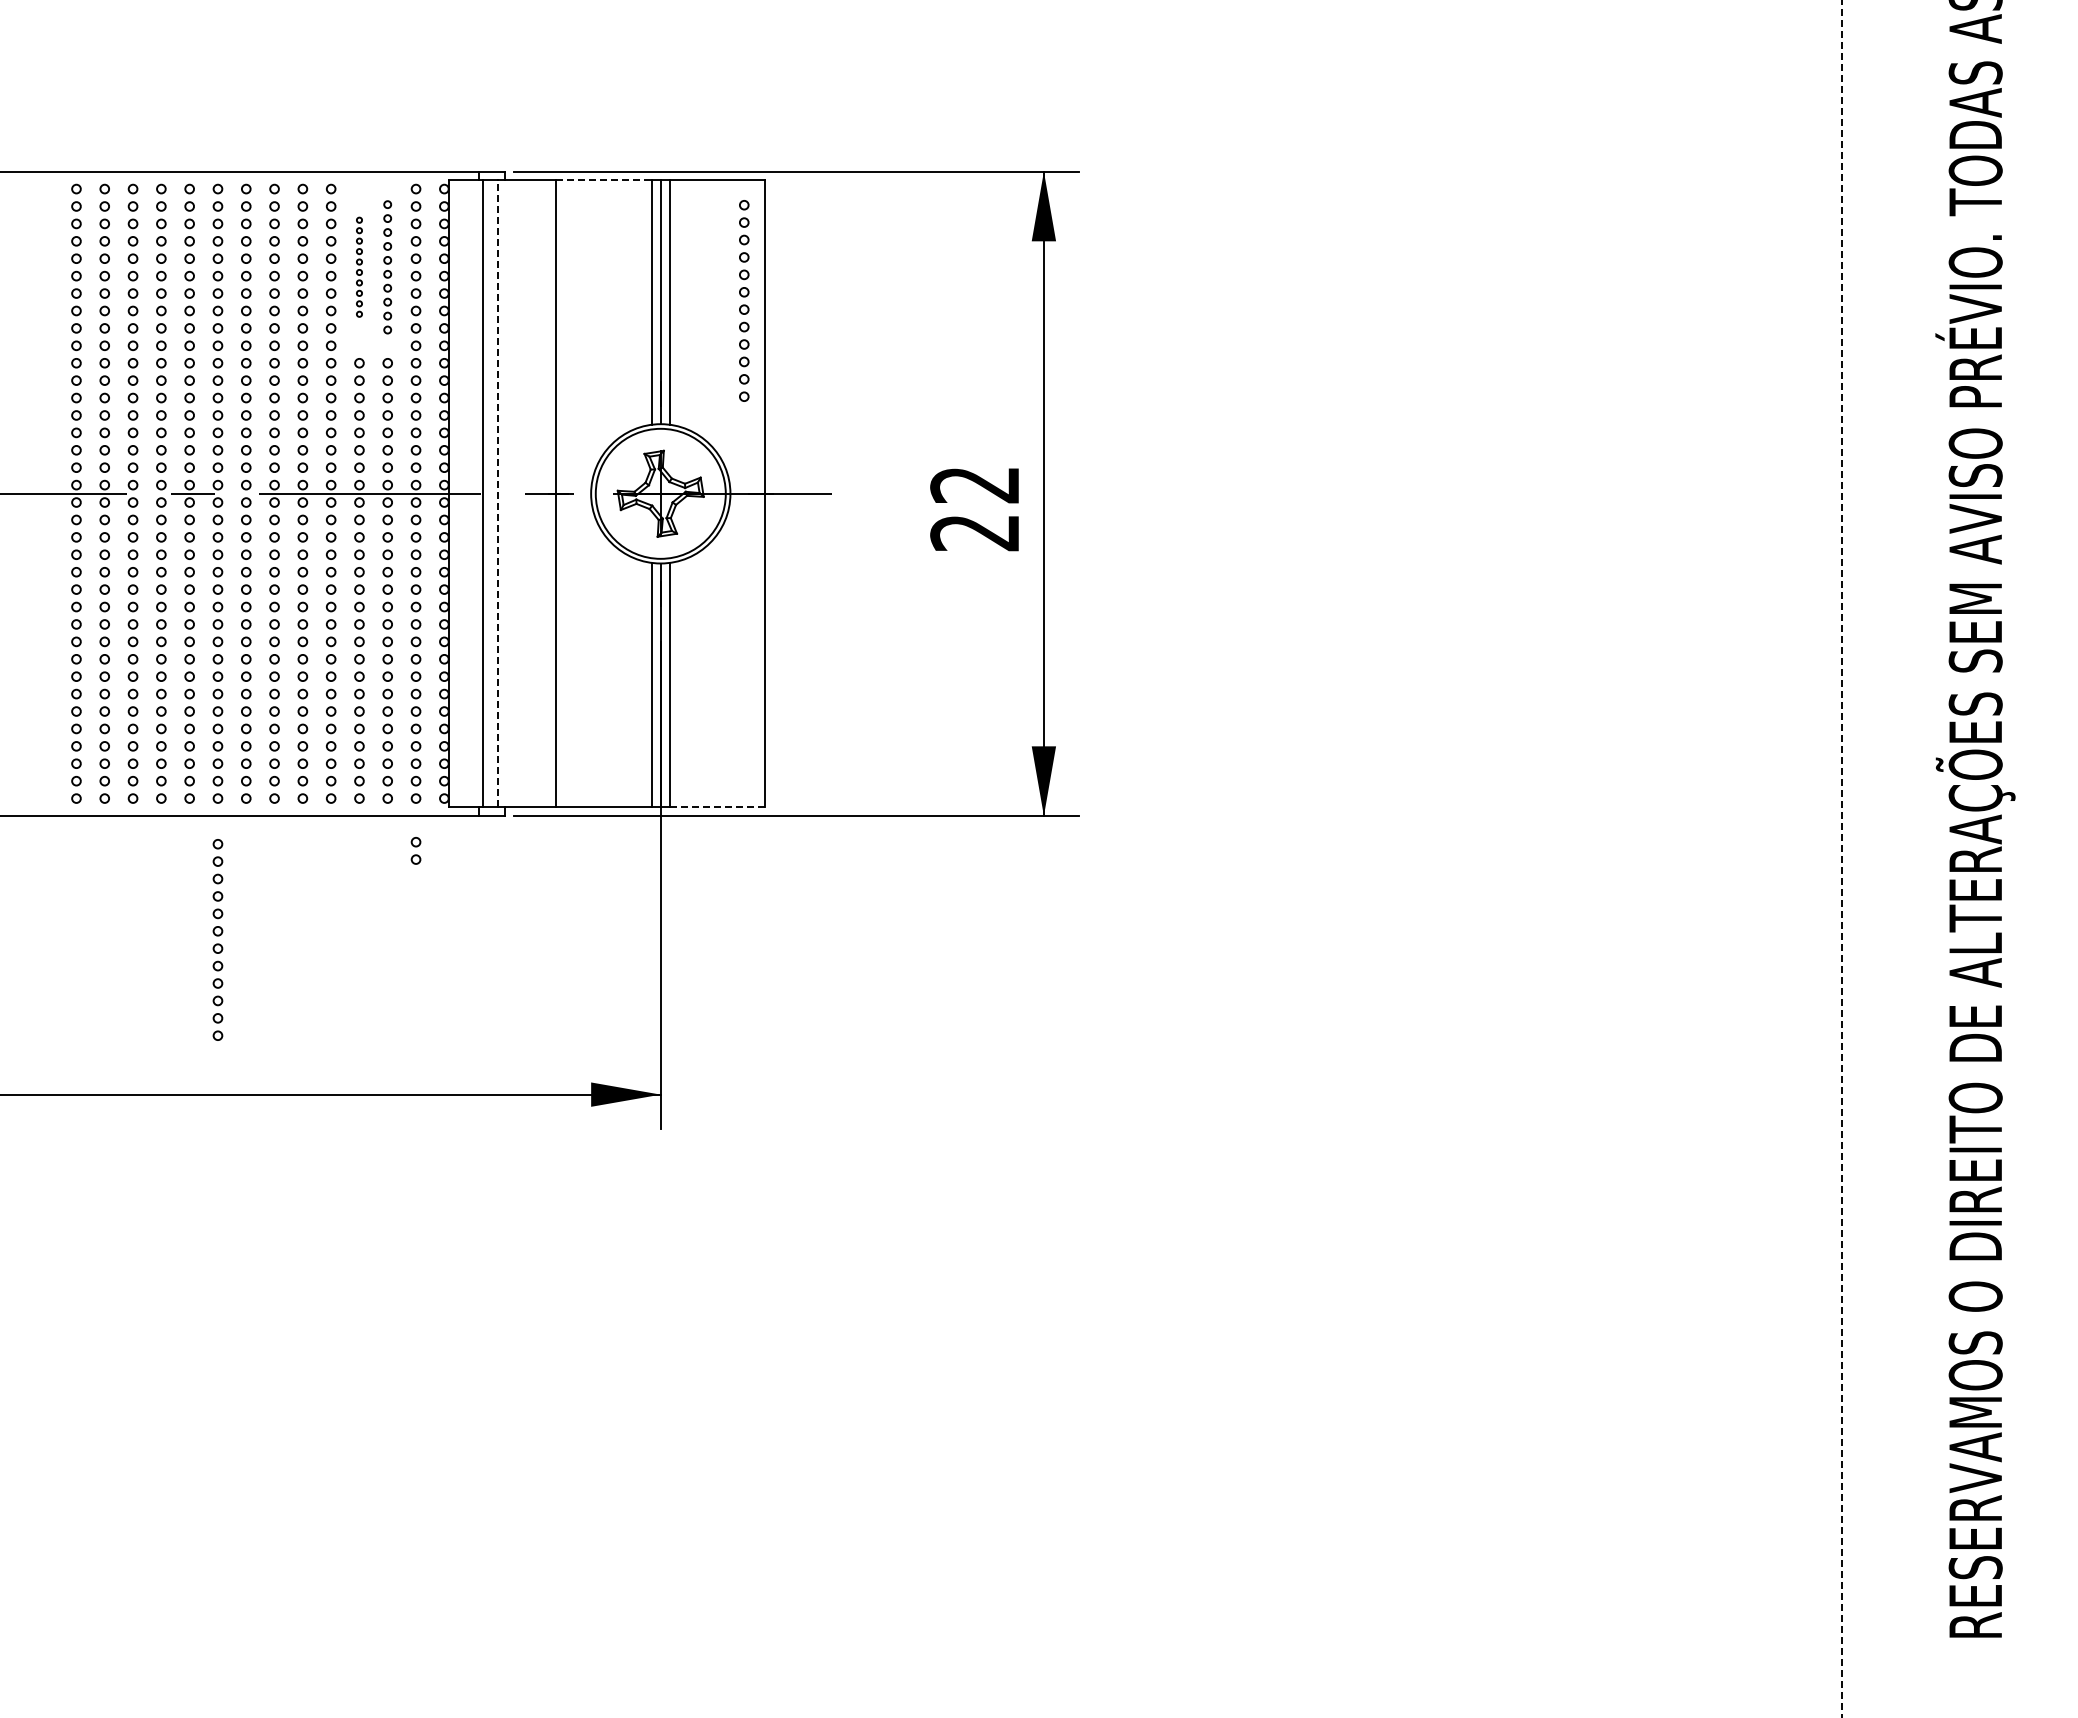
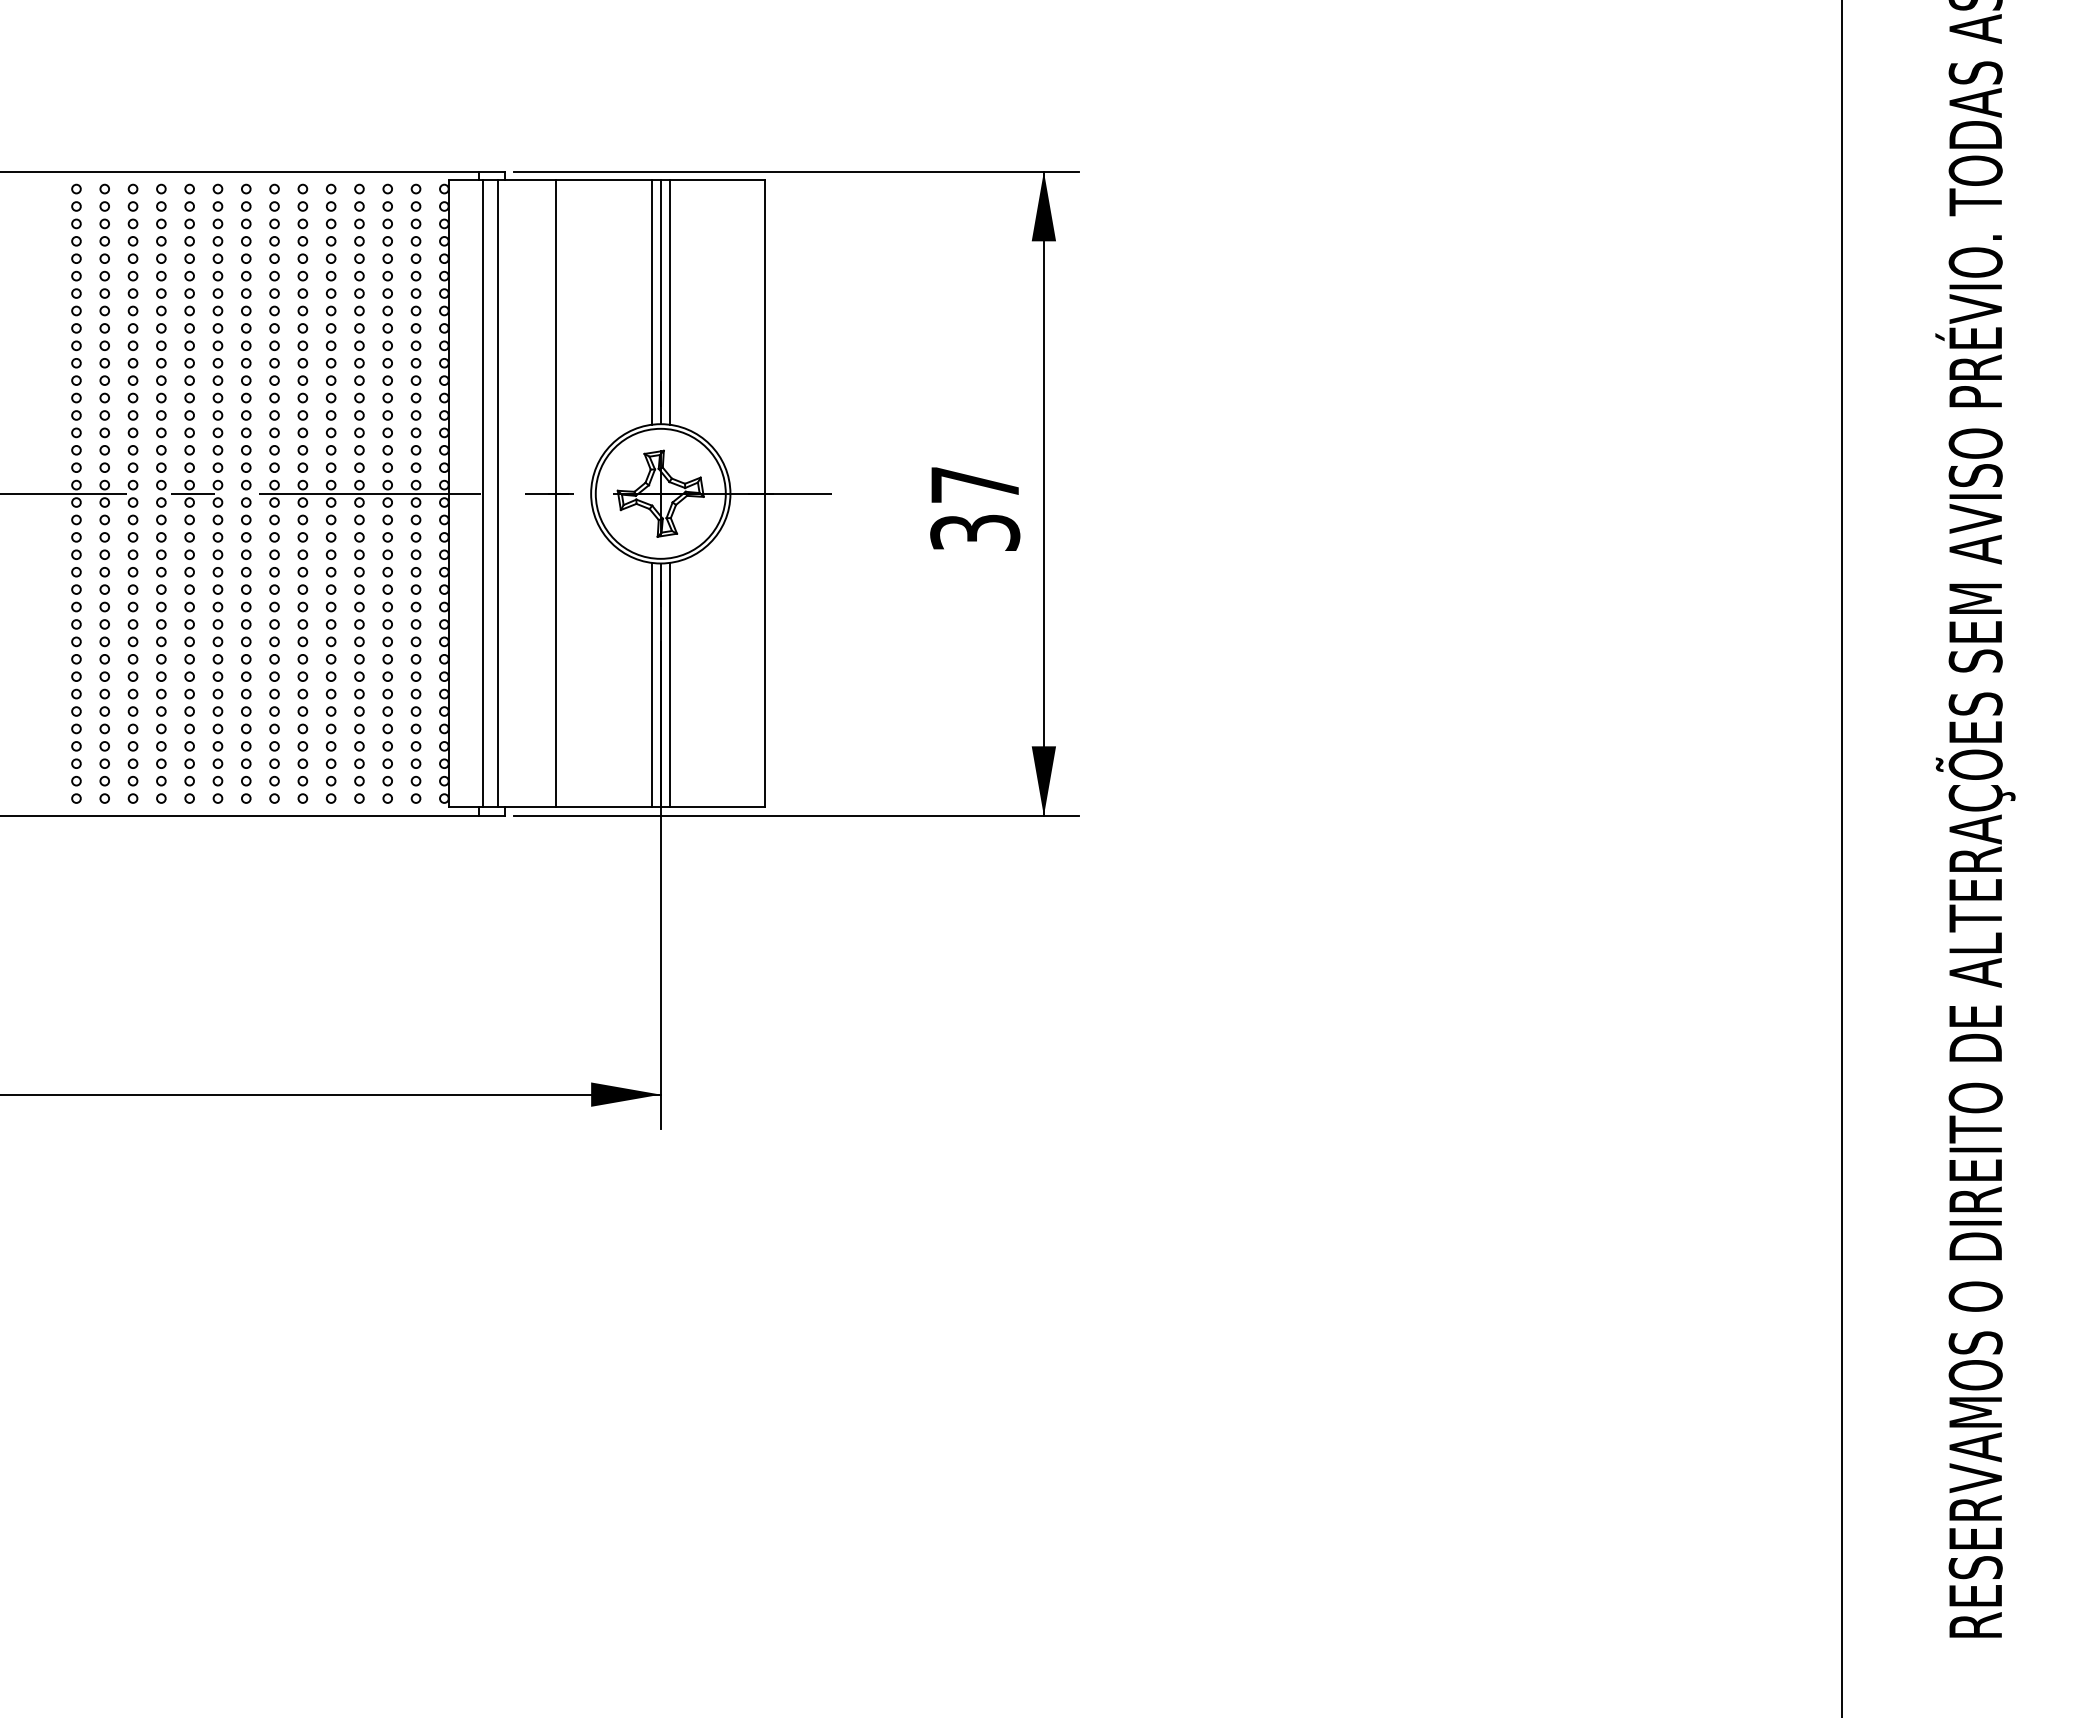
line at (604, 180): dashed -> solid
part at (359, 266) size: 7x102 px -> 11x168 px
part at (387, 267) size: 10x135 px -> 11x168 px
part at (744, 300): present -> none
line at (497, 493): dashed -> solid
text at (975, 509): 22 -> 37
line at (717, 807): dashed -> solid
part at (415, 850): present -> none
line at (1842, 858): dashed -> solid
part at (217, 939): present -> none
